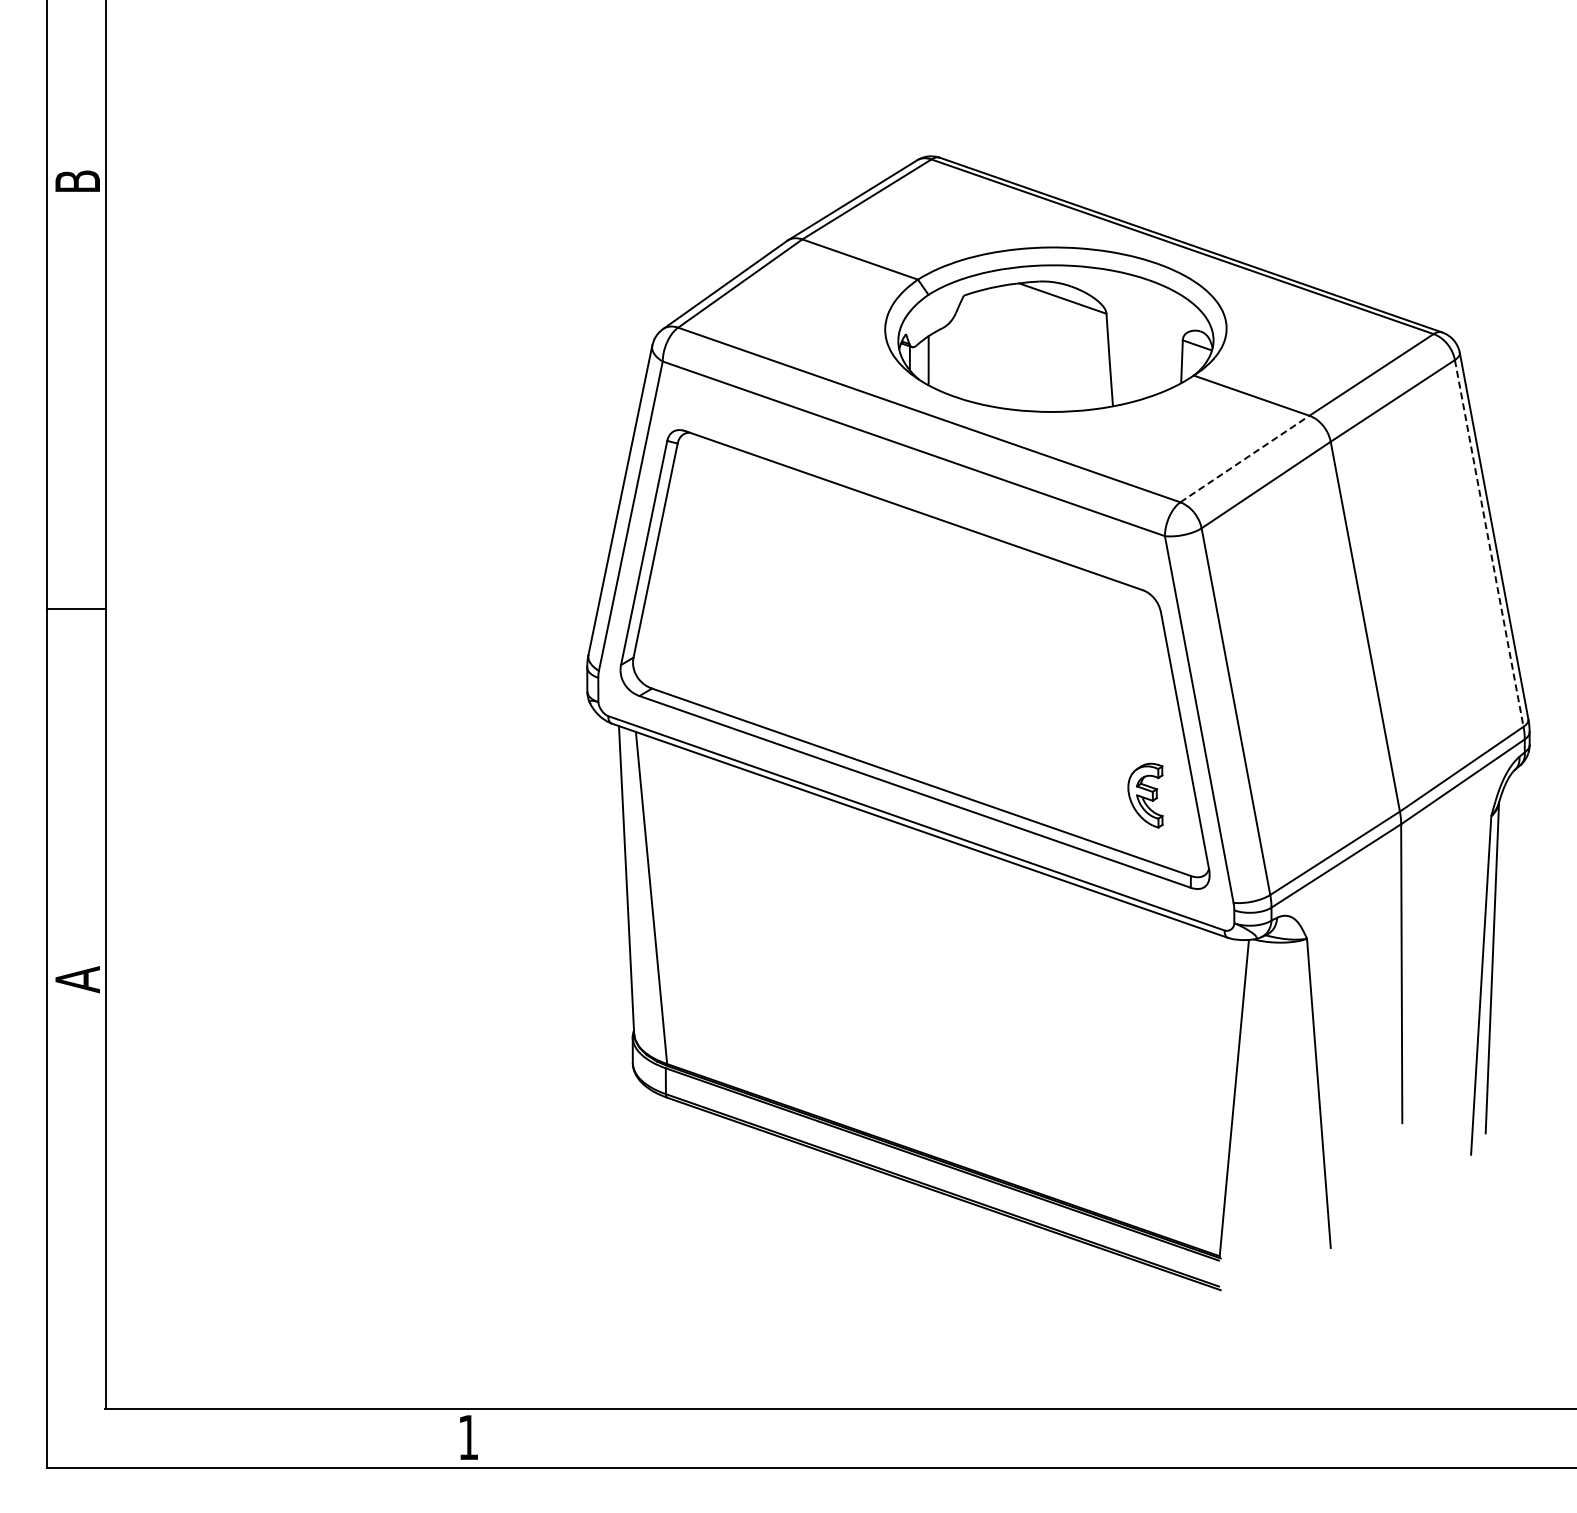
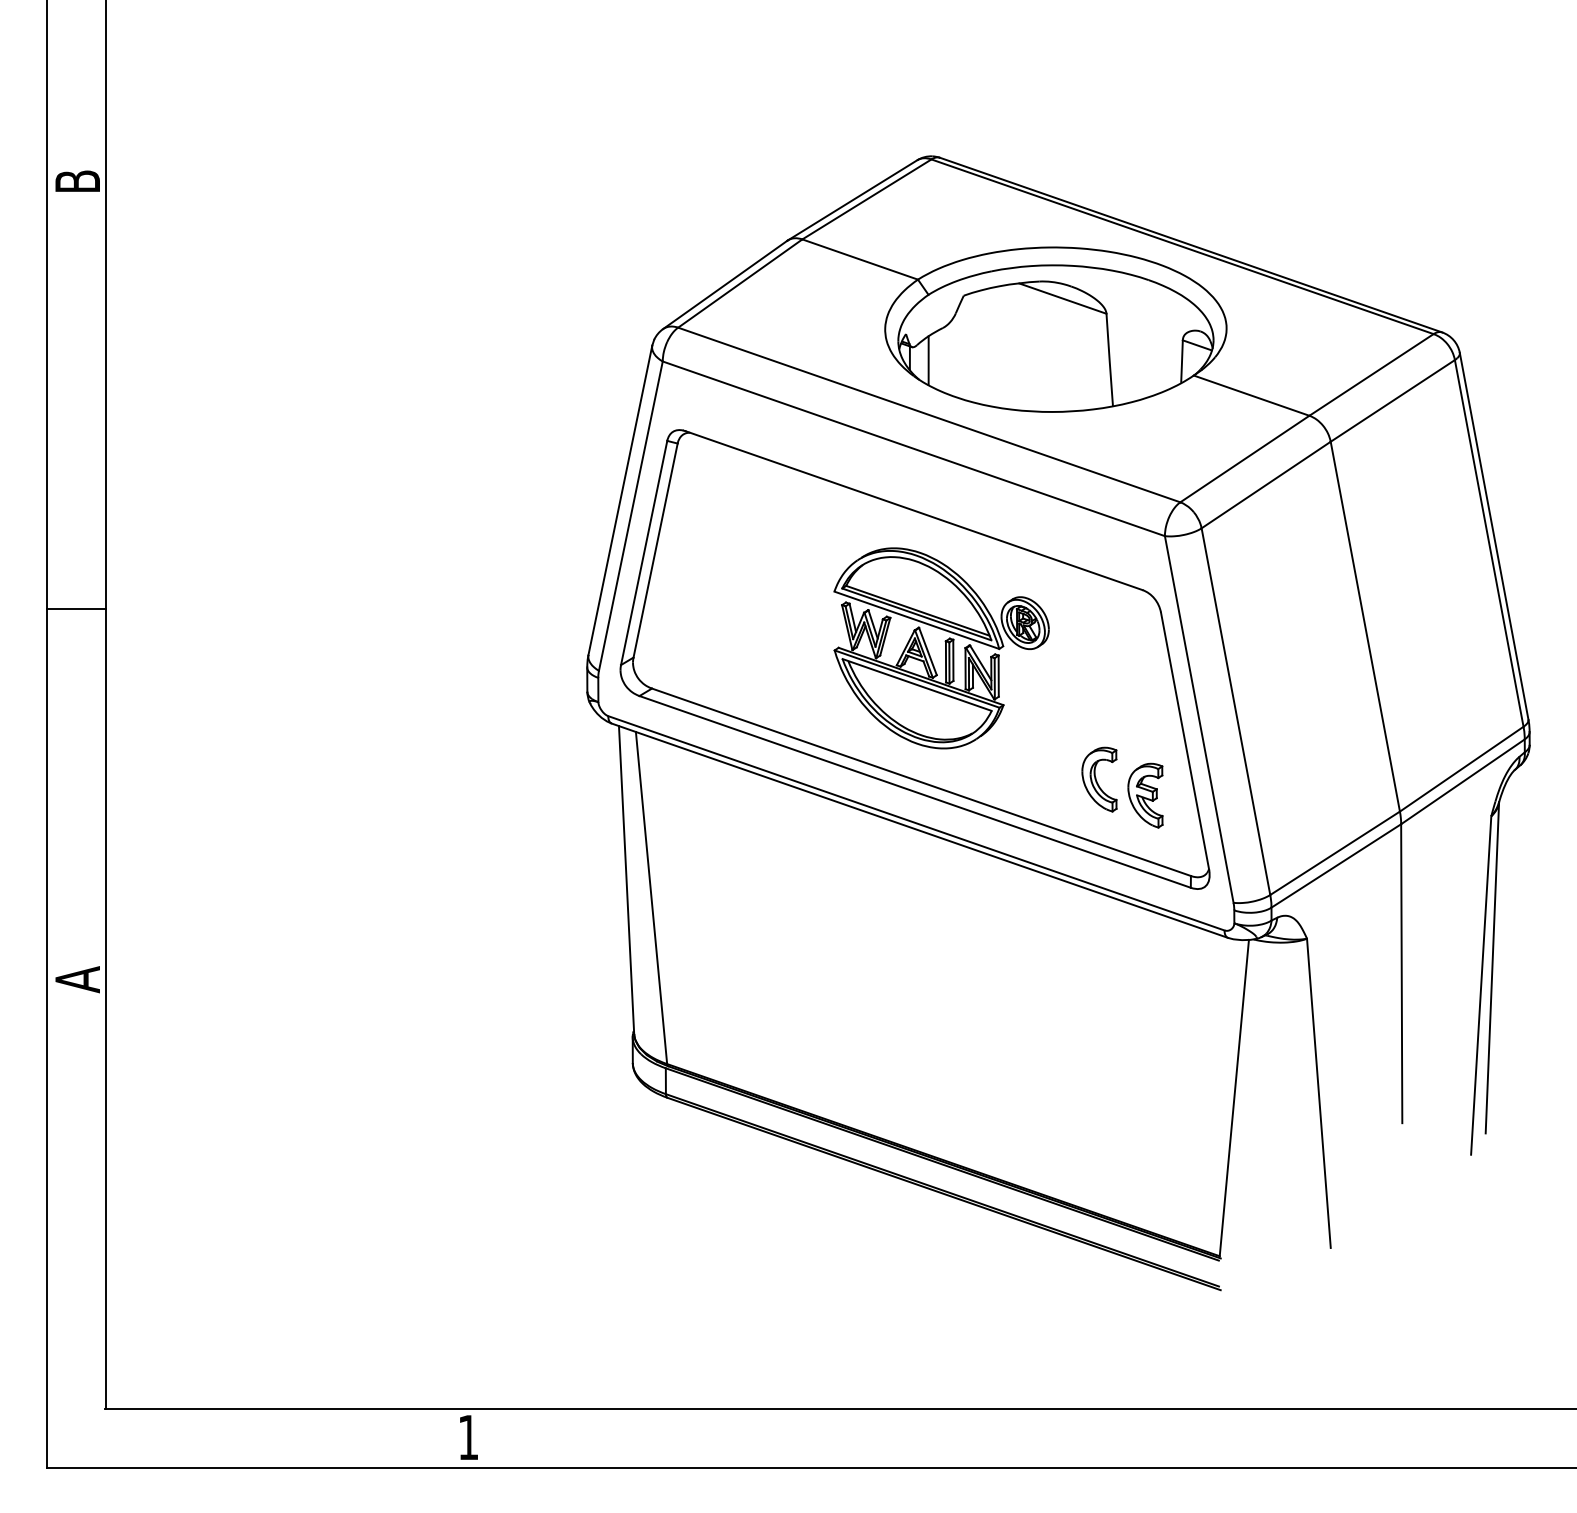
line at (1244, 459): dashed -> solid
line at (1489, 543): dashed -> solid
part at (941, 648): none -> present
part at (1099, 779): none -> present
